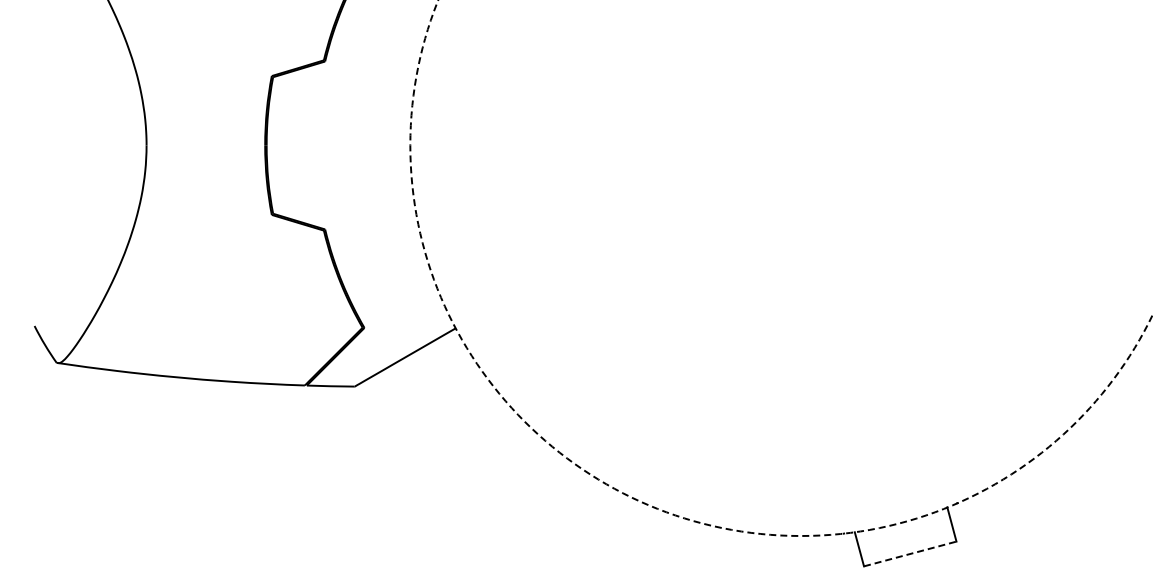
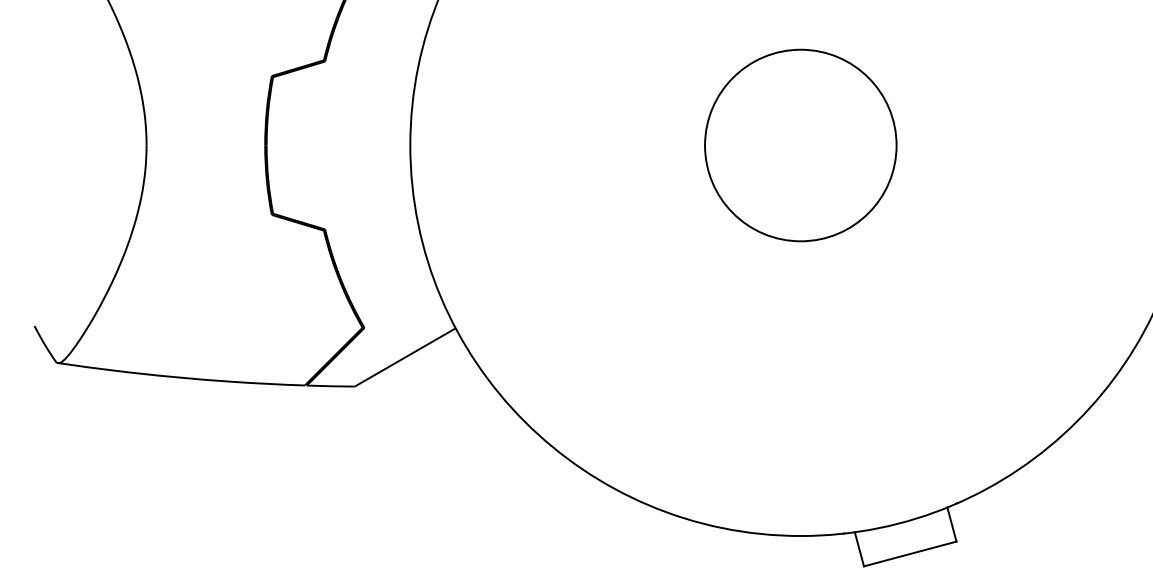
circle at (800, 145): none -> present
circle at (781, 268): dashed -> solid
line at (910, 553): dashed -> solid
